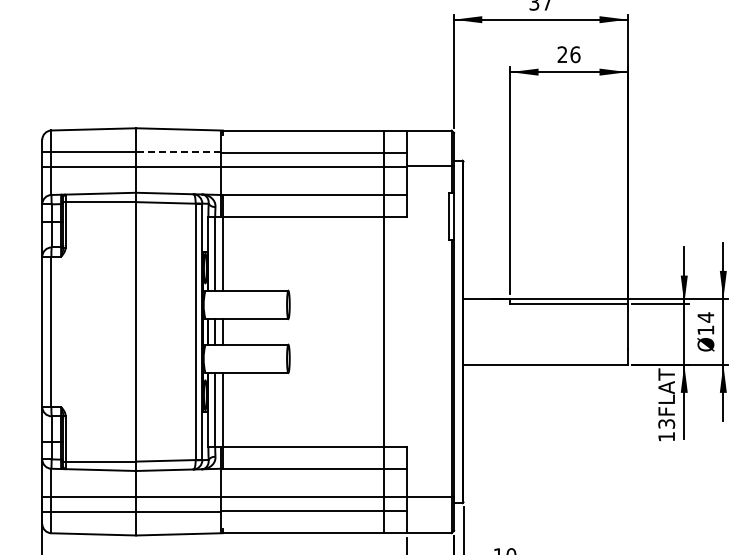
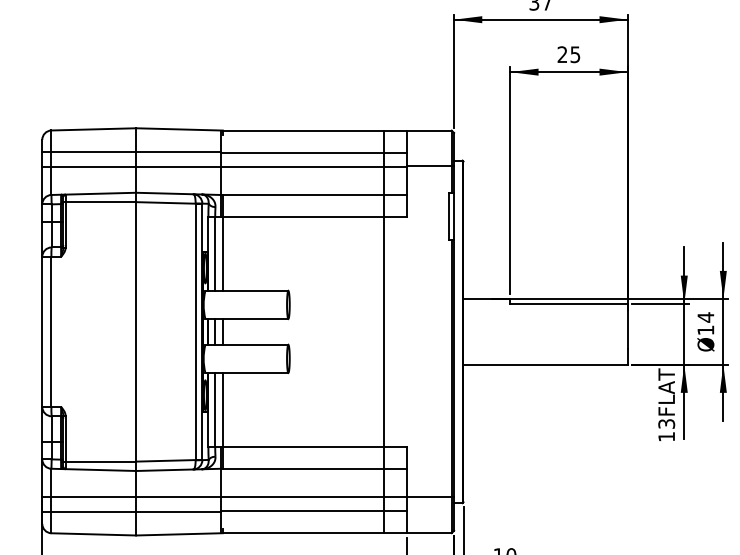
text at (575, 54): 26 -> 25
line at (177, 152): dashed -> solid
